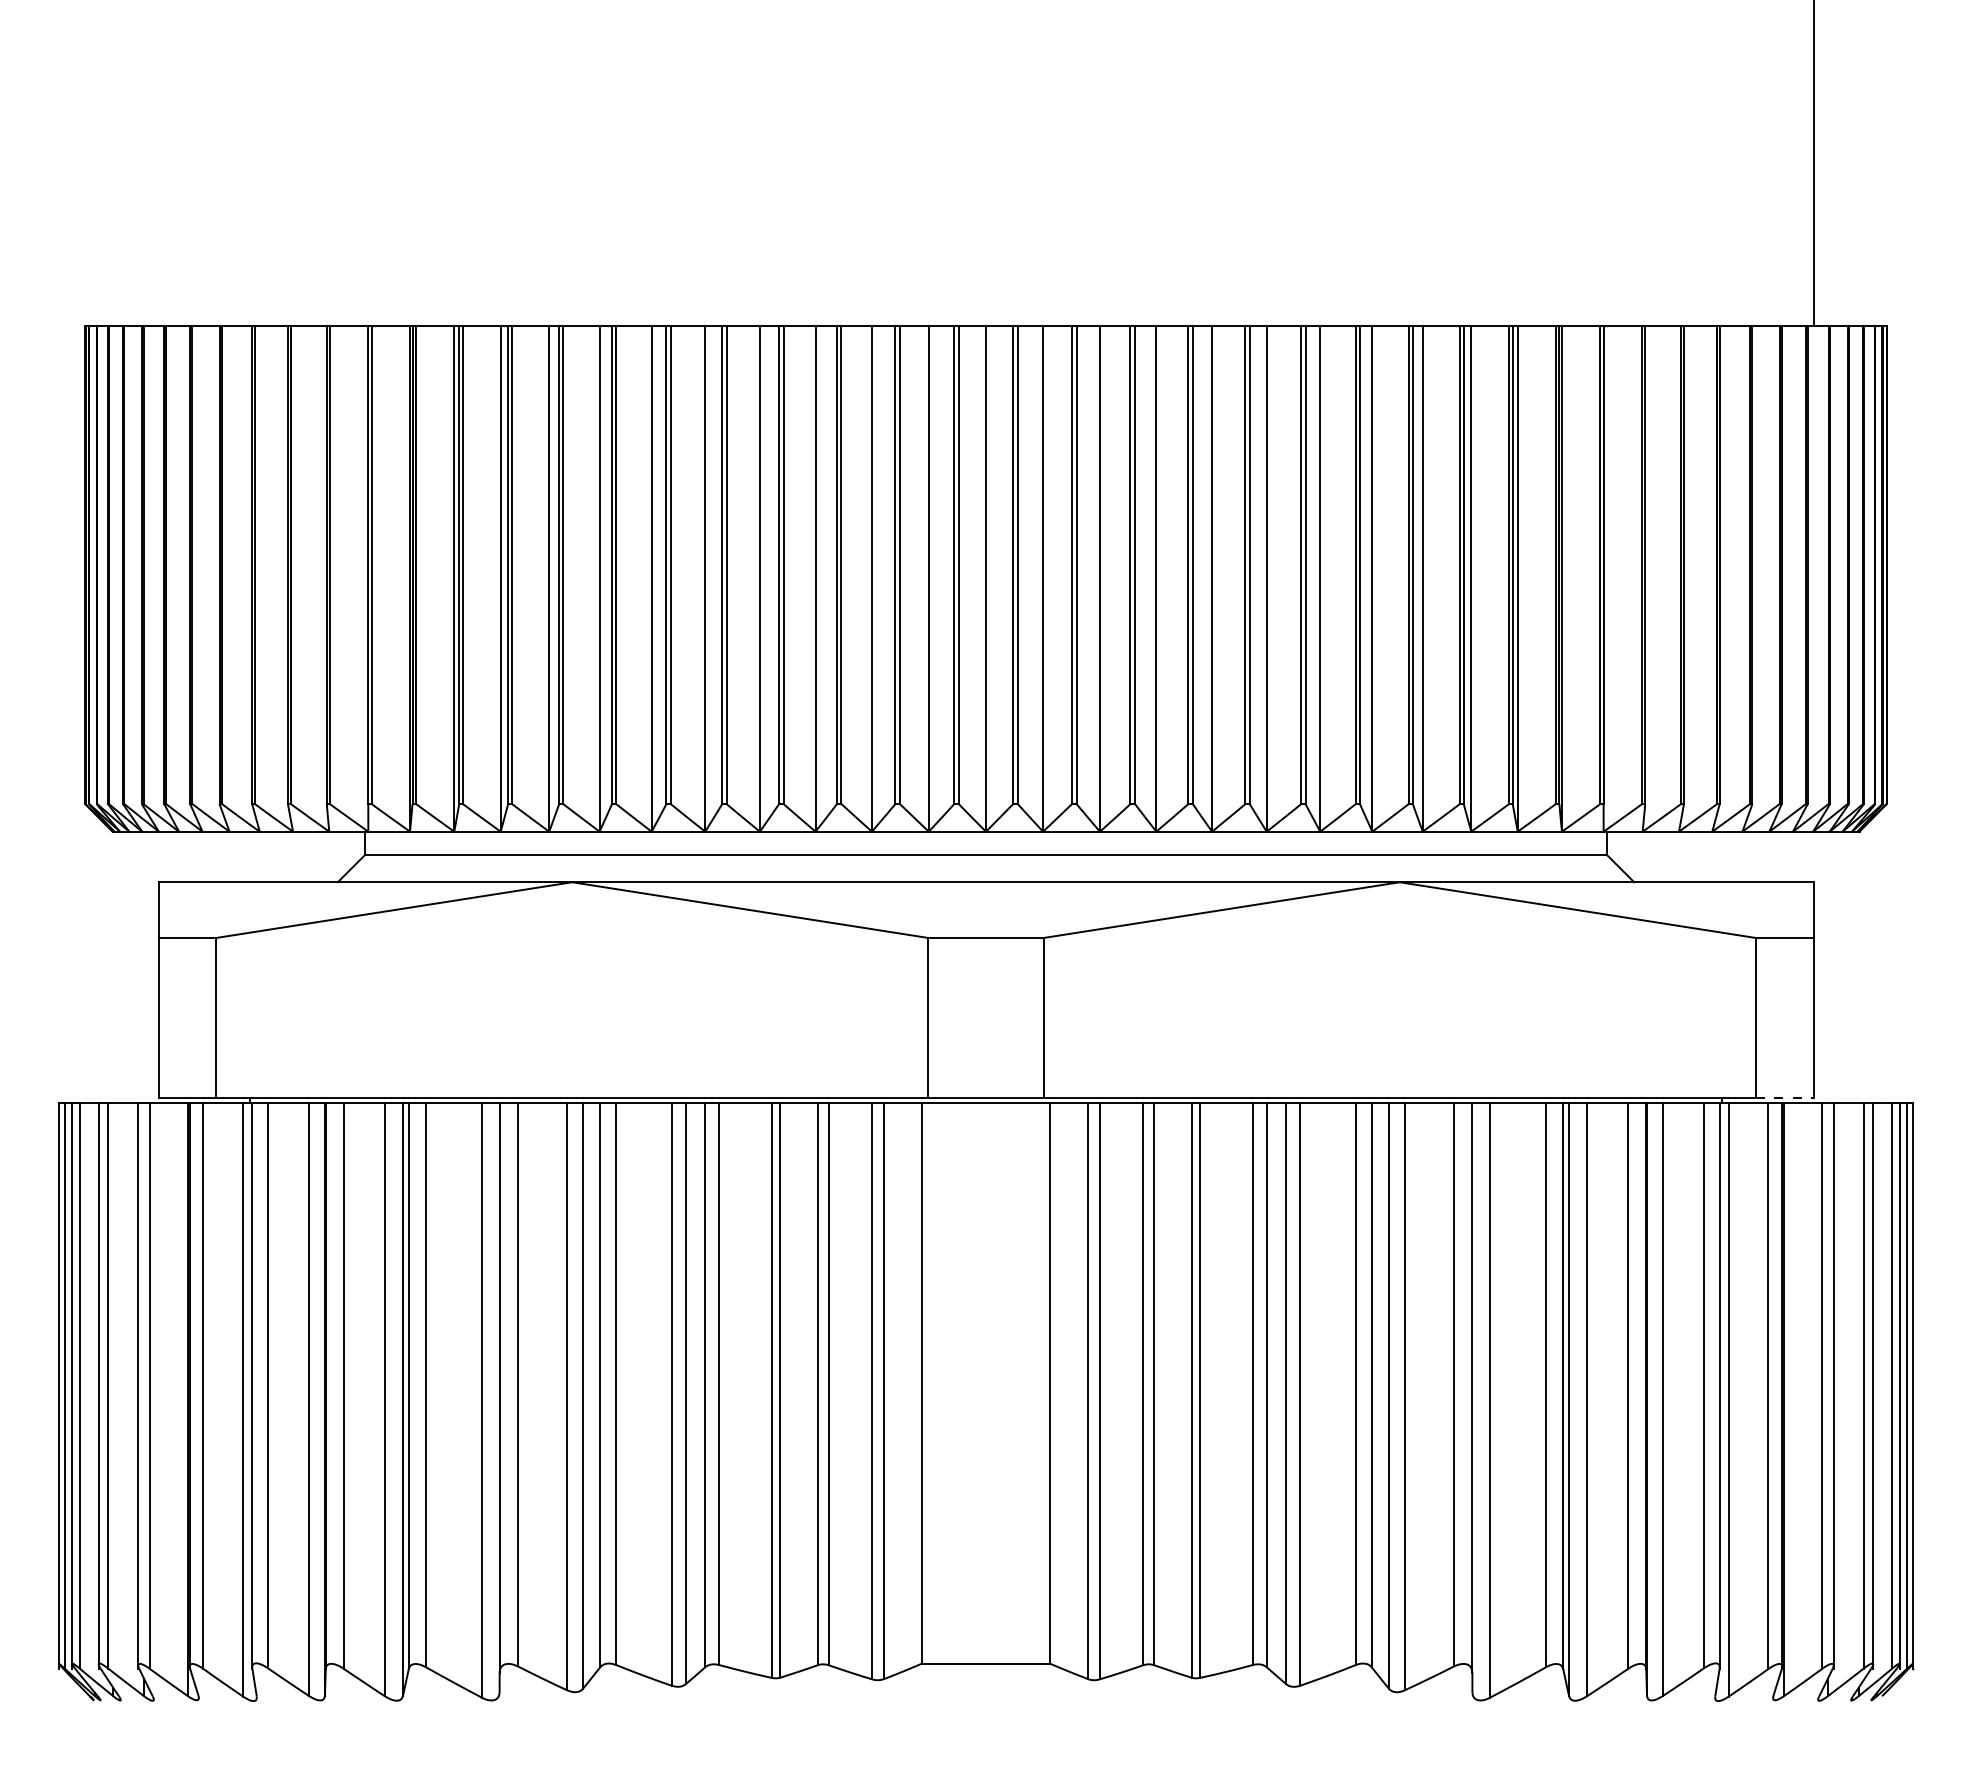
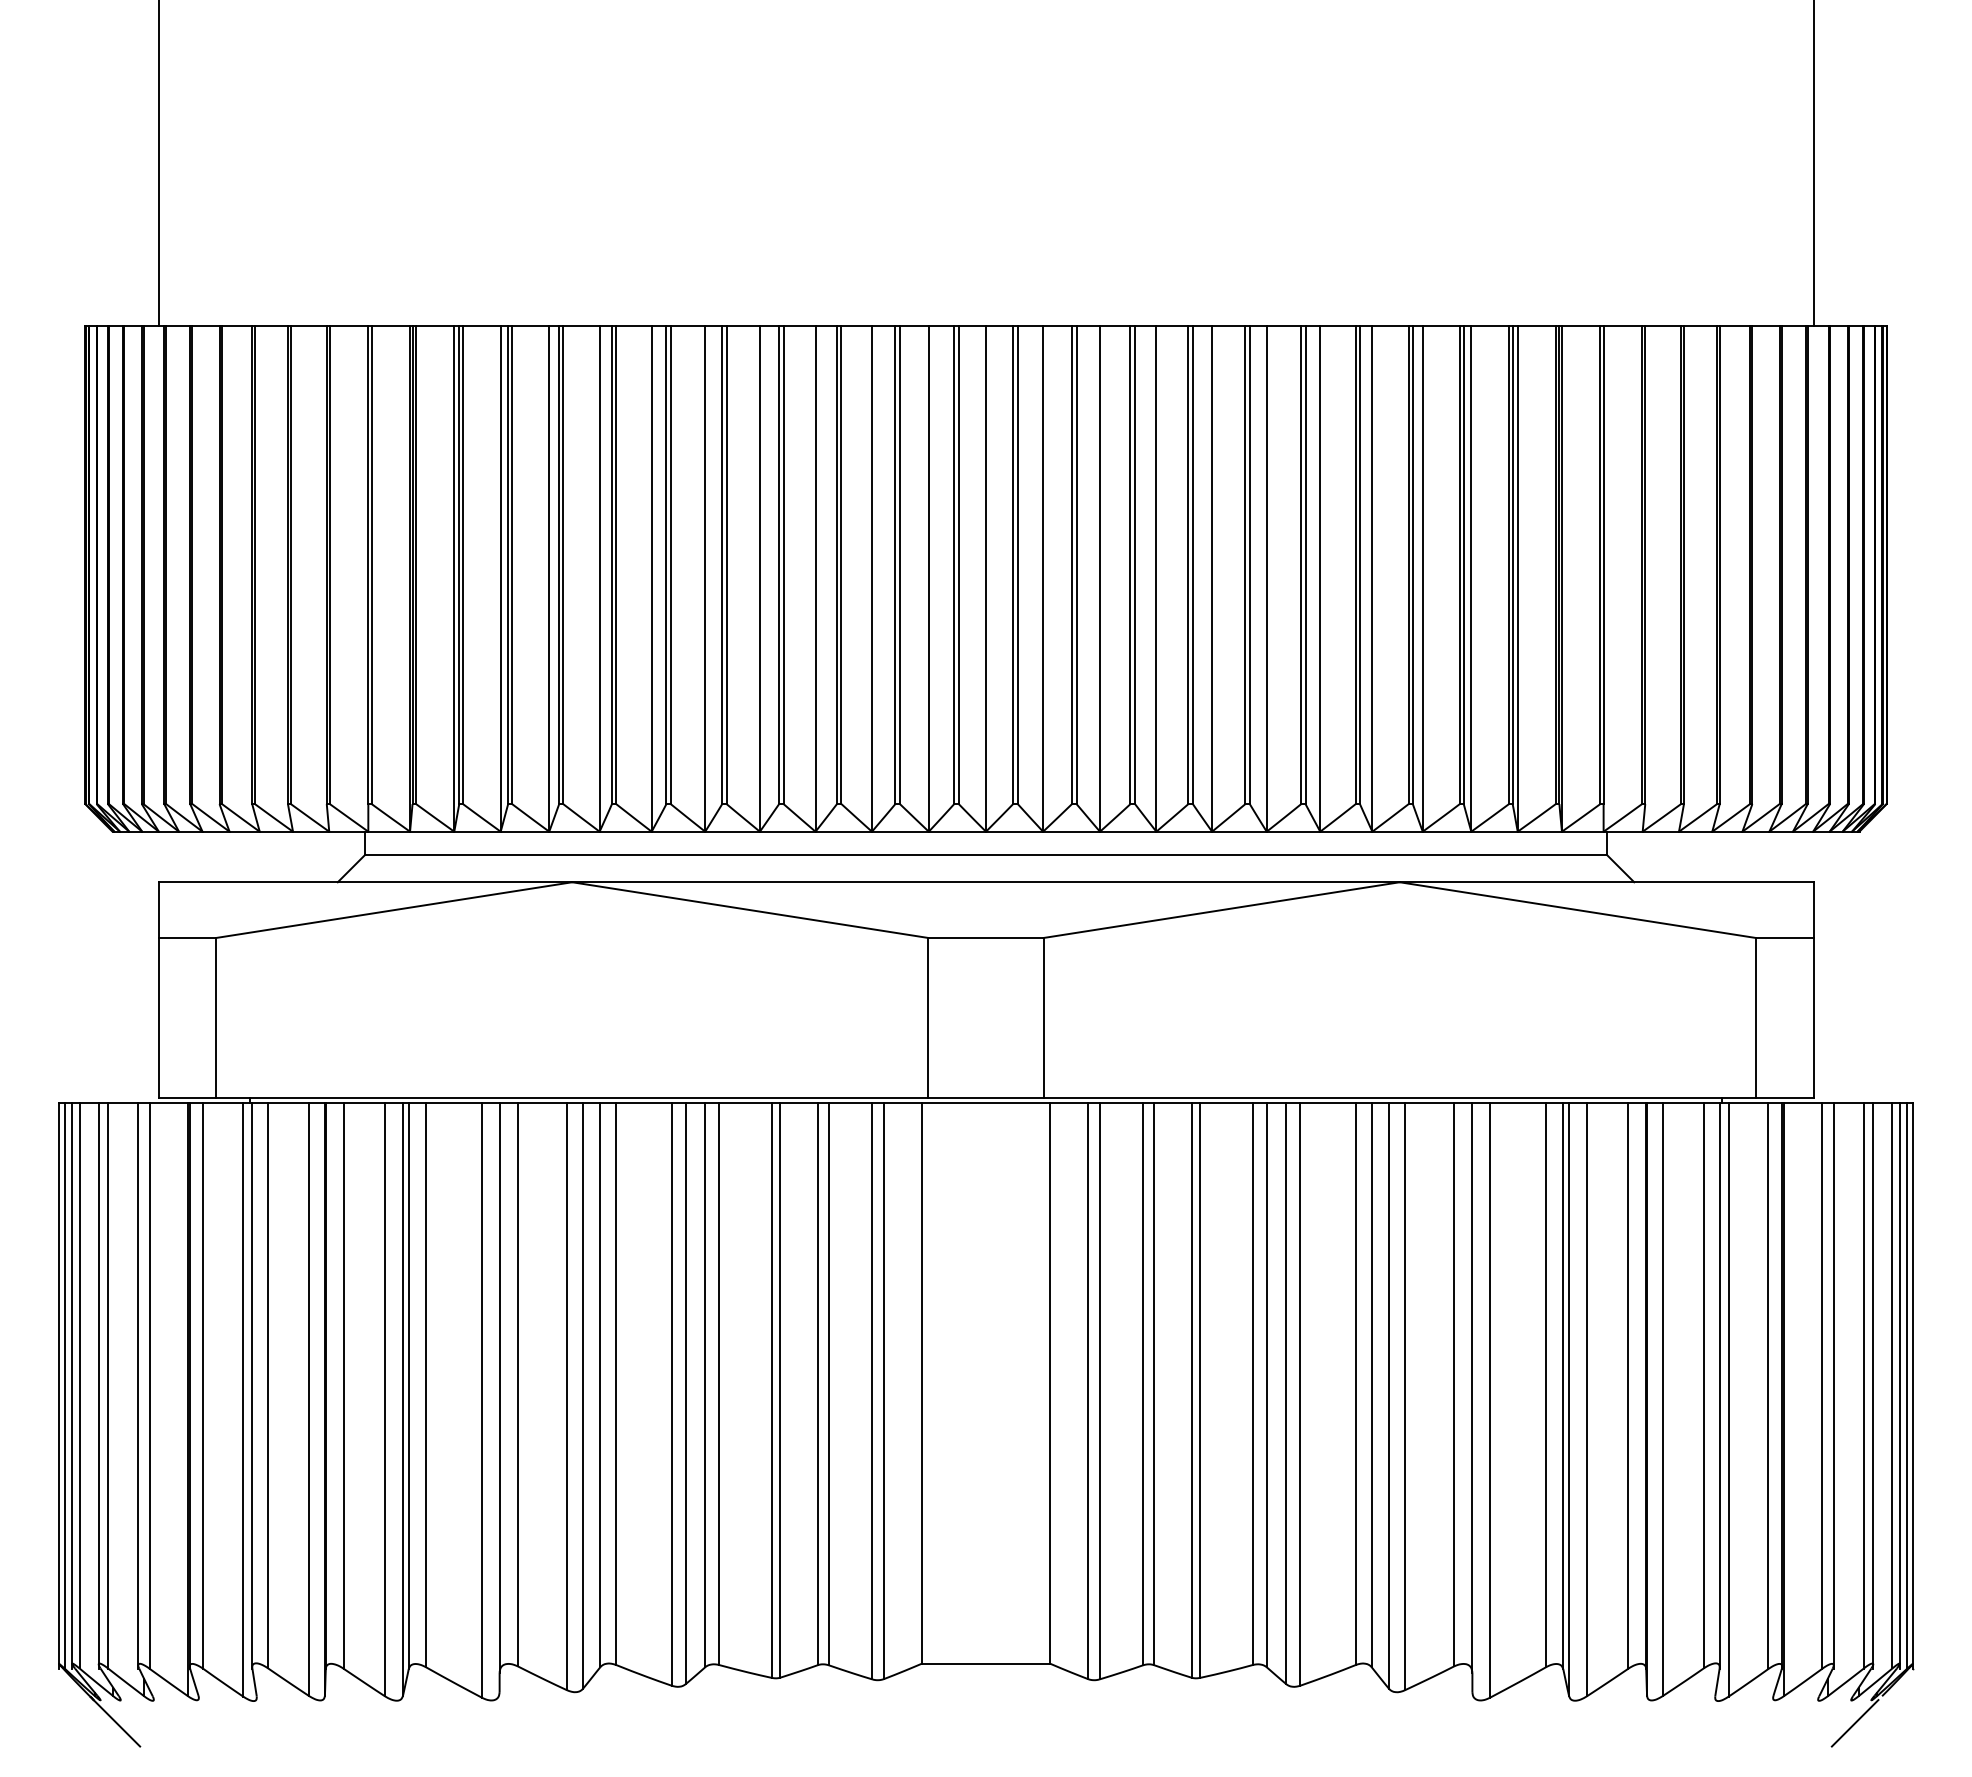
line at (158, 163): none -> present
line at (1784, 1098): dashed -> solid
line at (117, 1723): none -> present
line at (1854, 1723): none -> present
